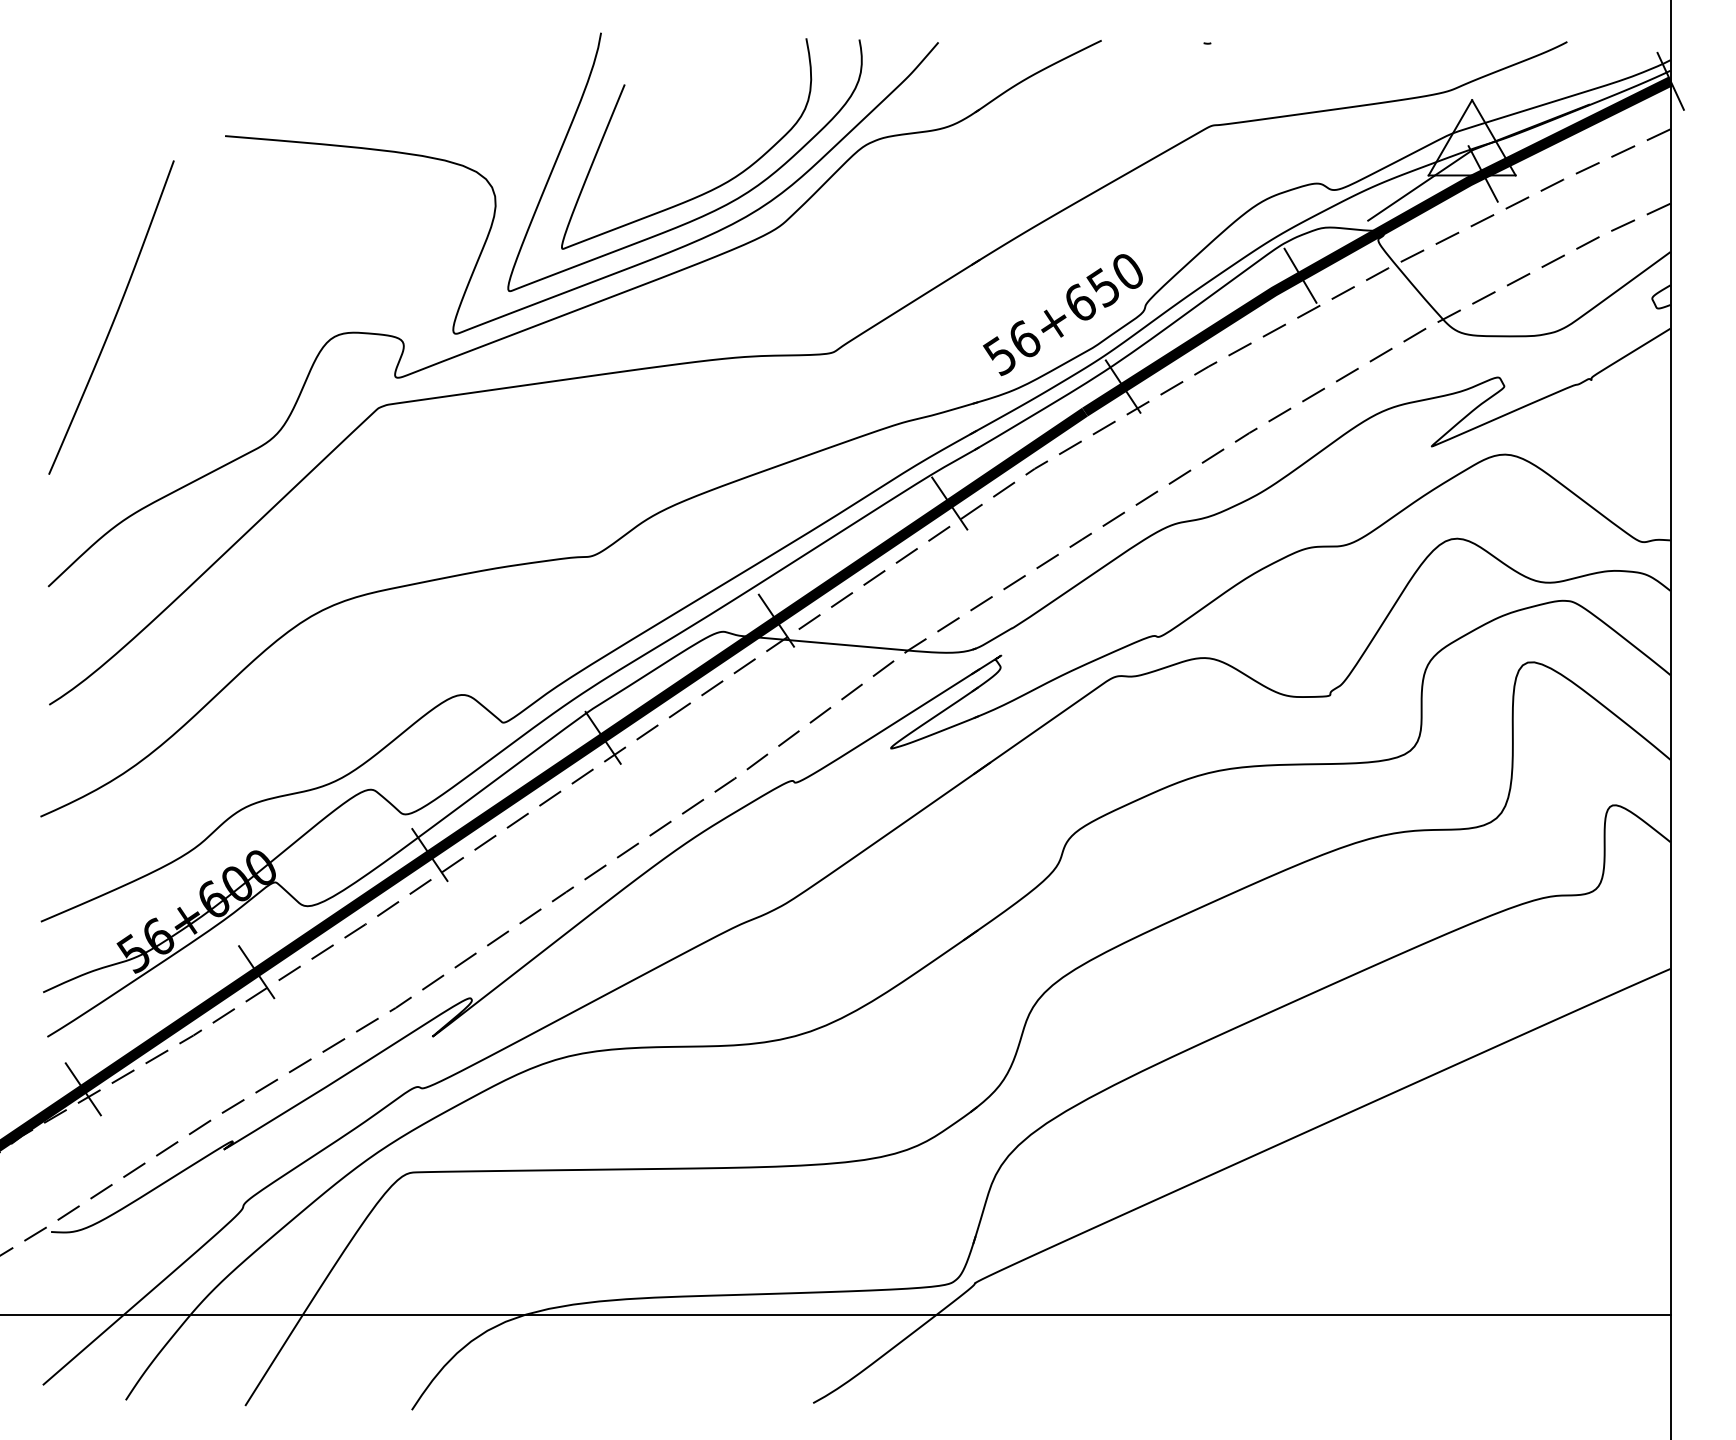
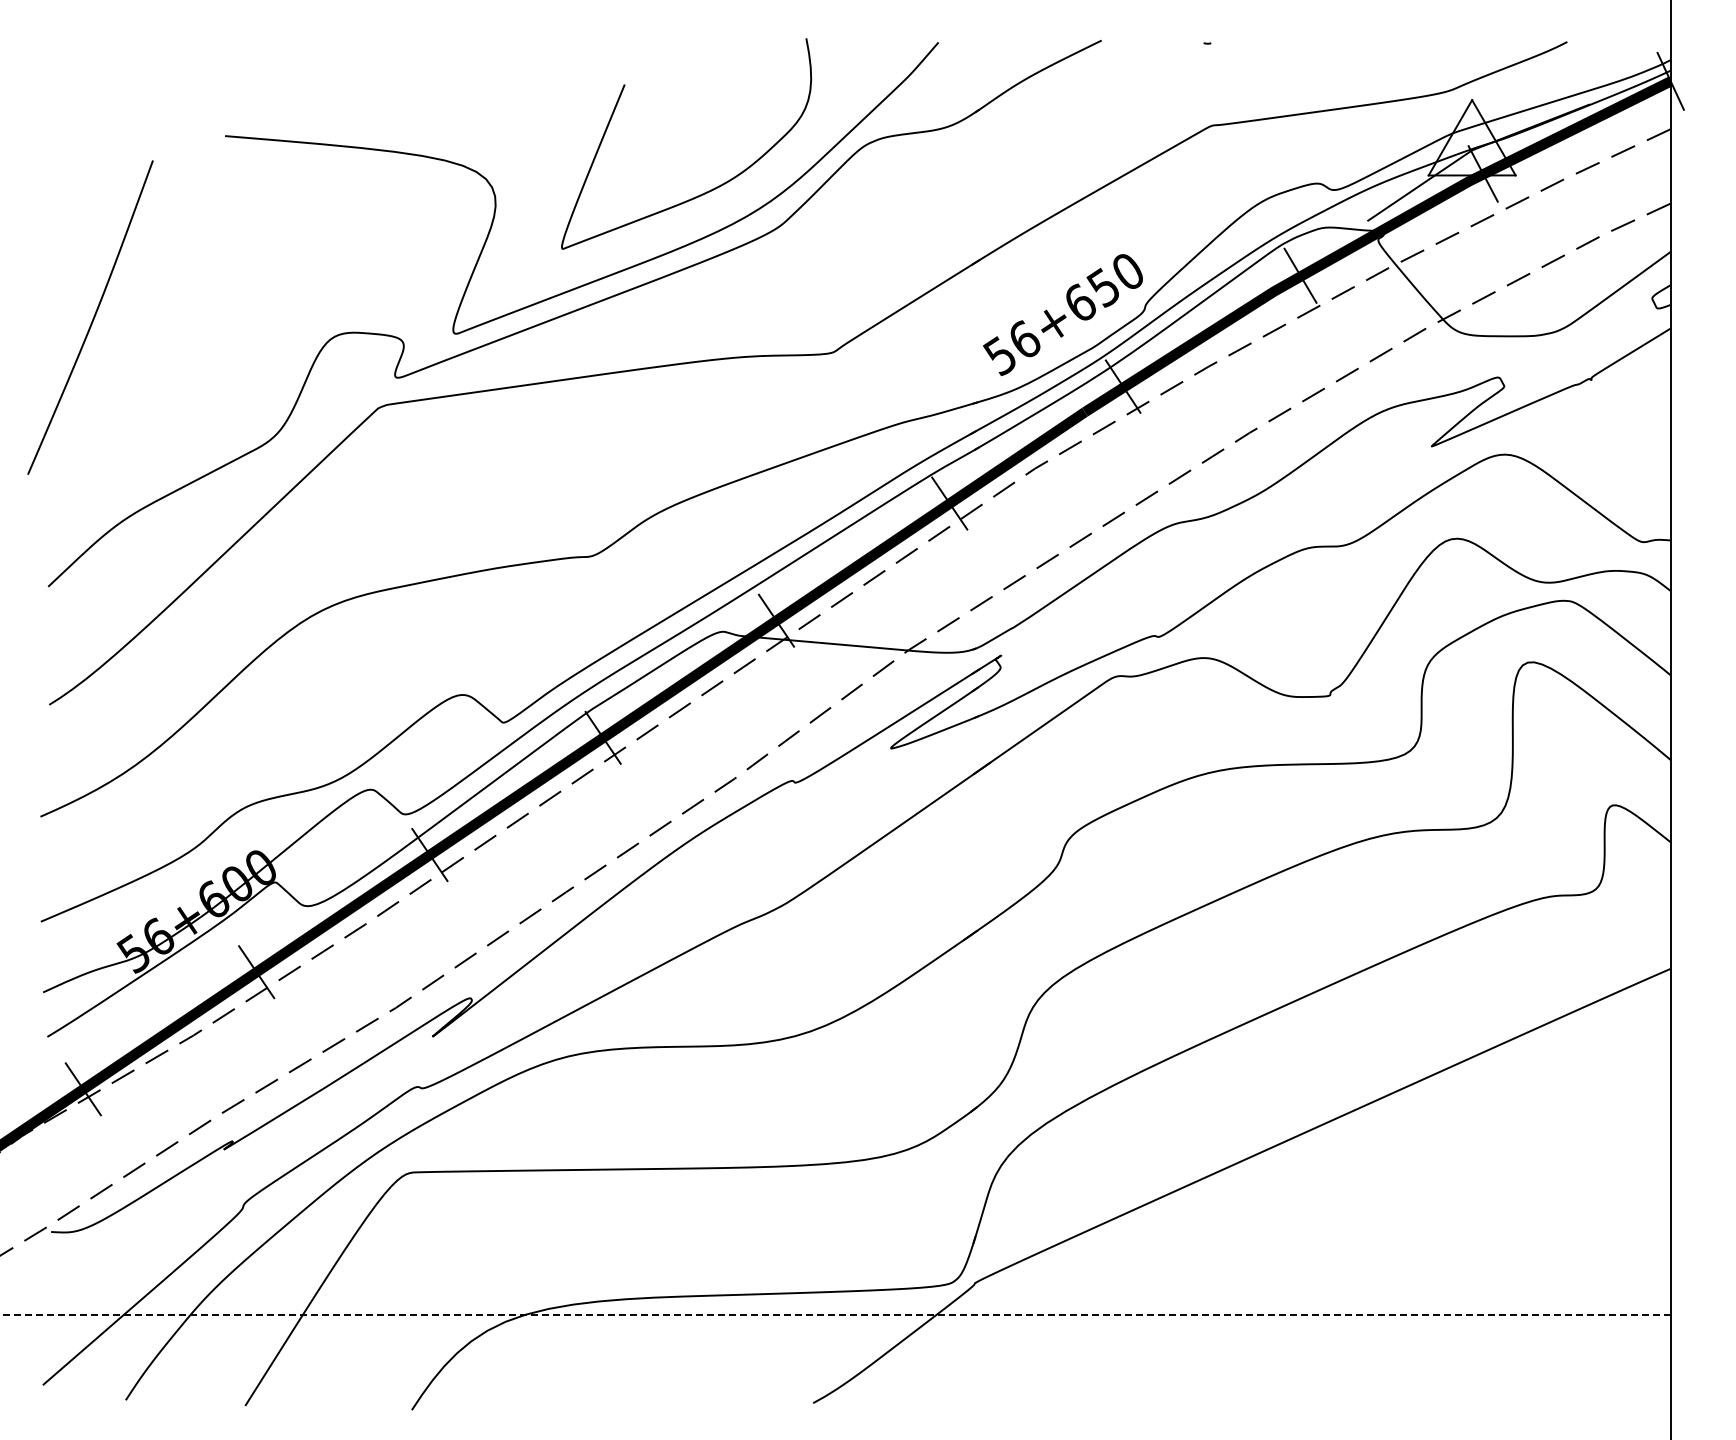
curve at (710, 211): present -> none
curve at (113, 318) position: (113, 318) -> (92, 318)
line at (836, 1315): solid -> dashed
